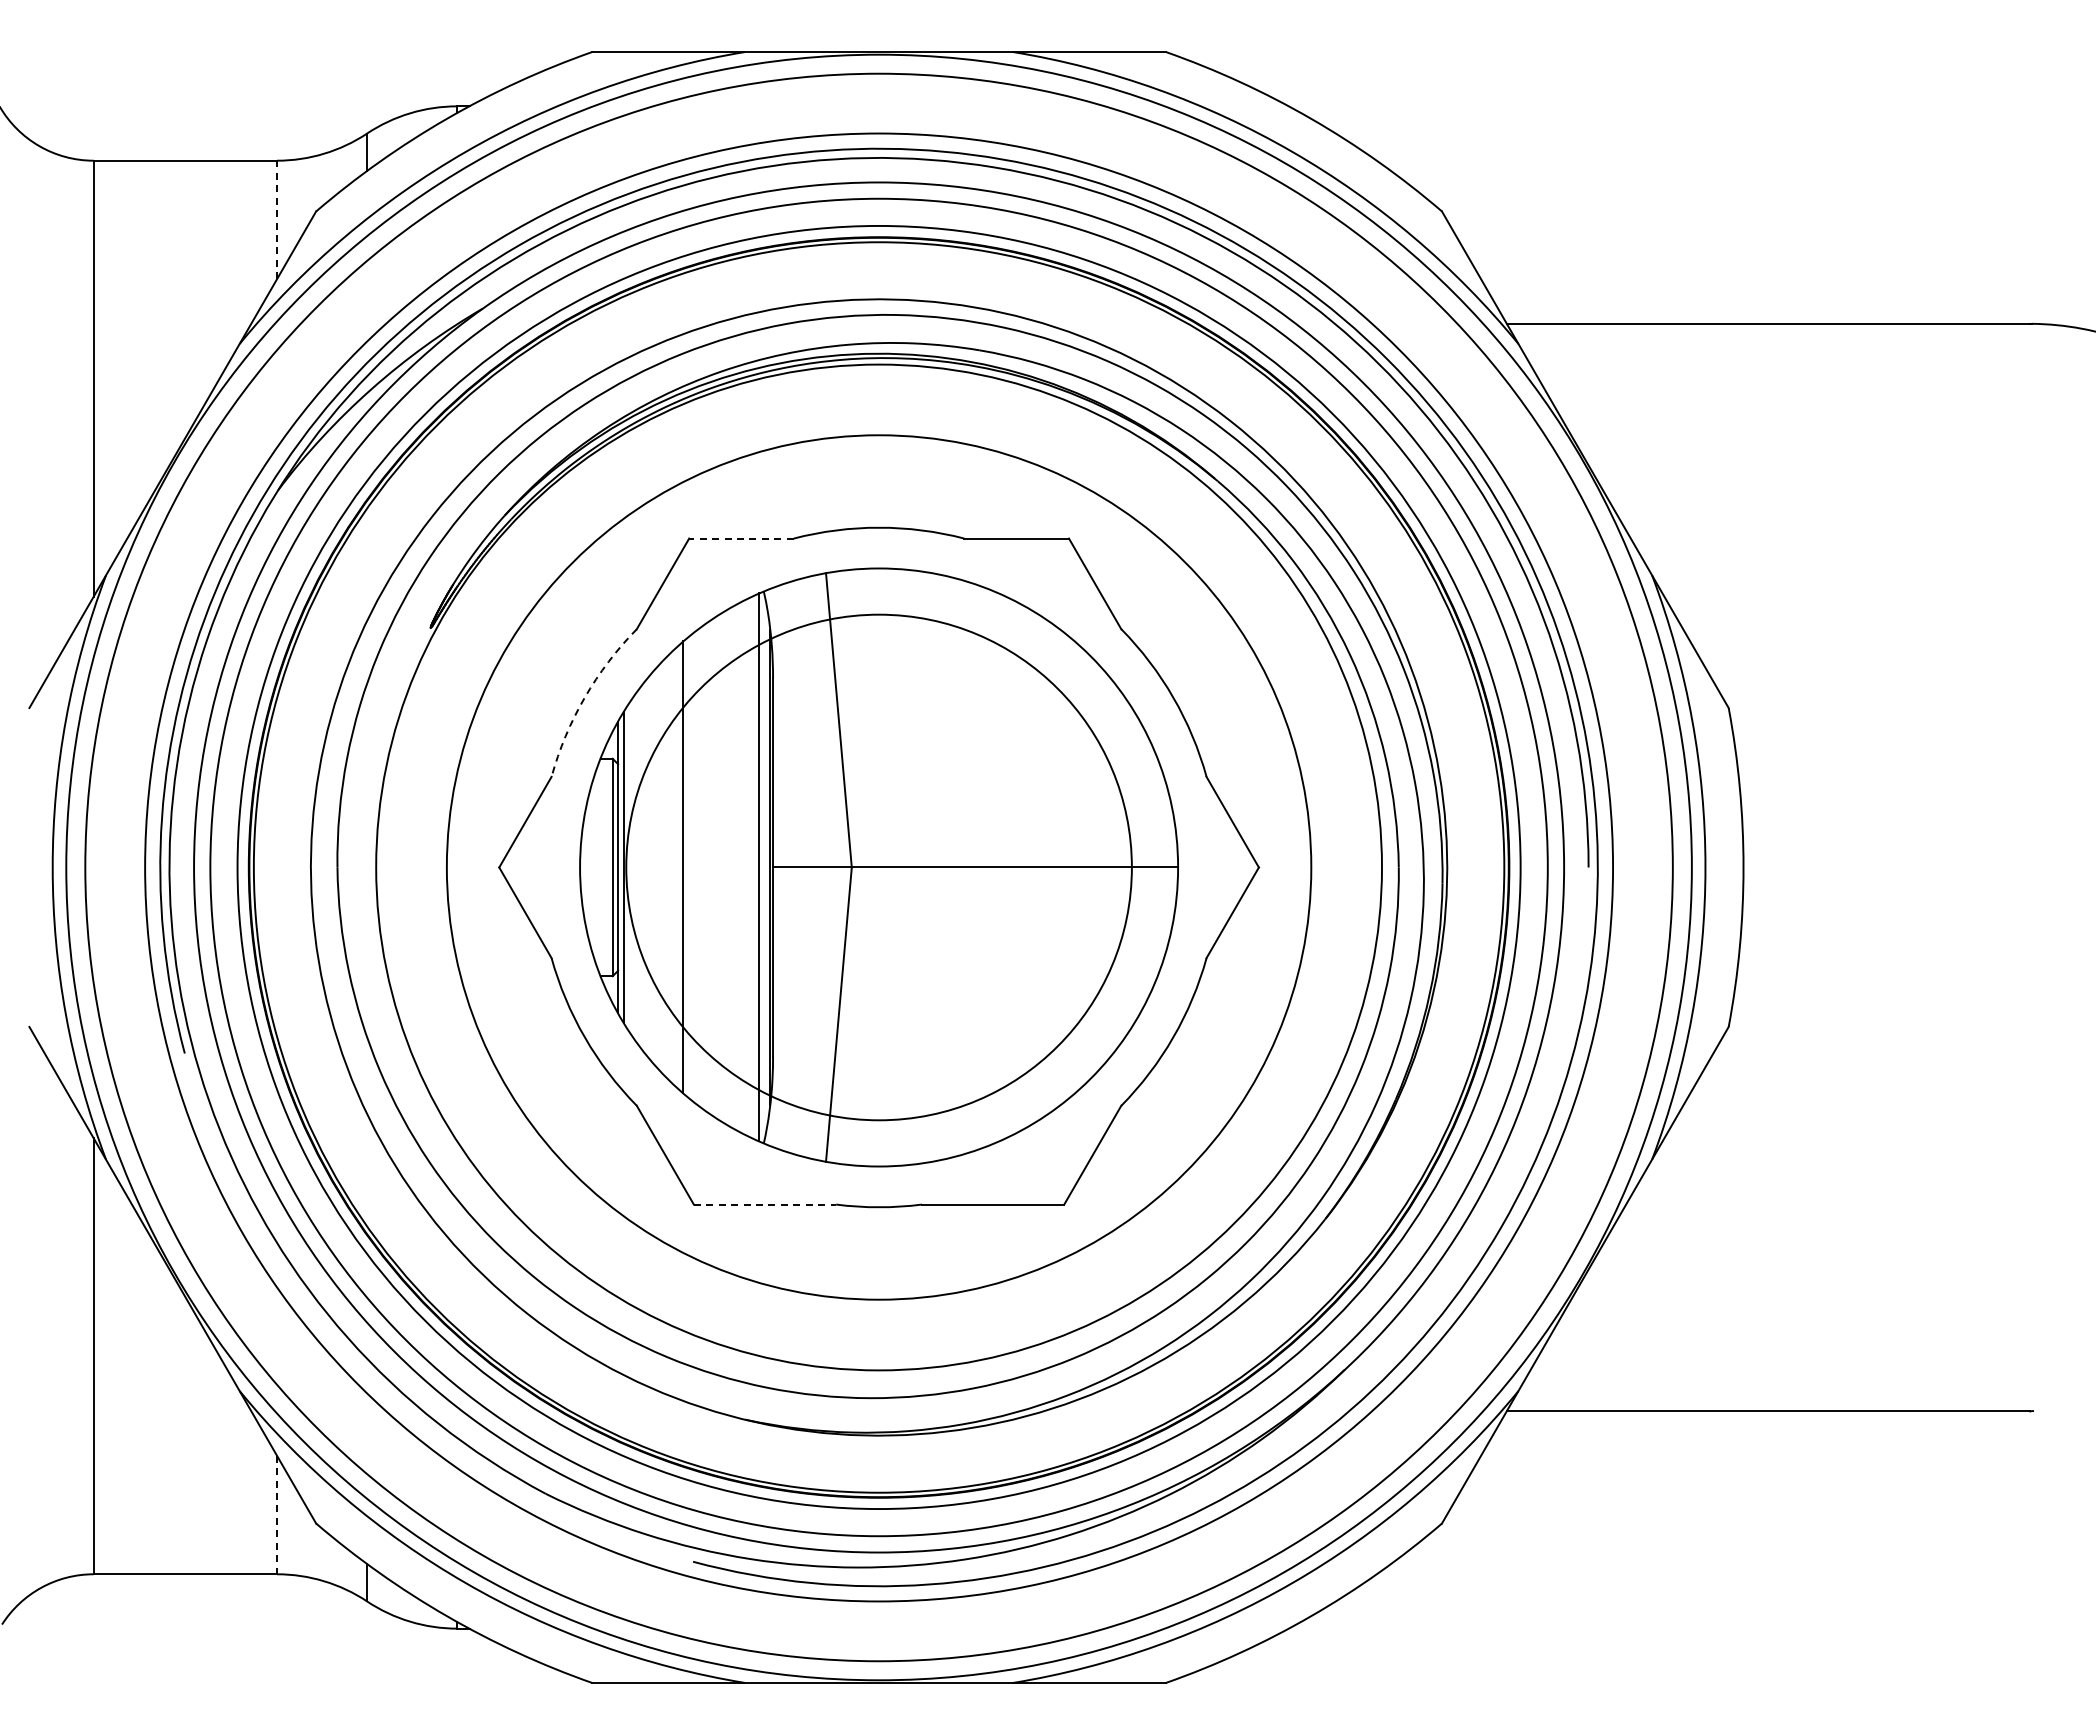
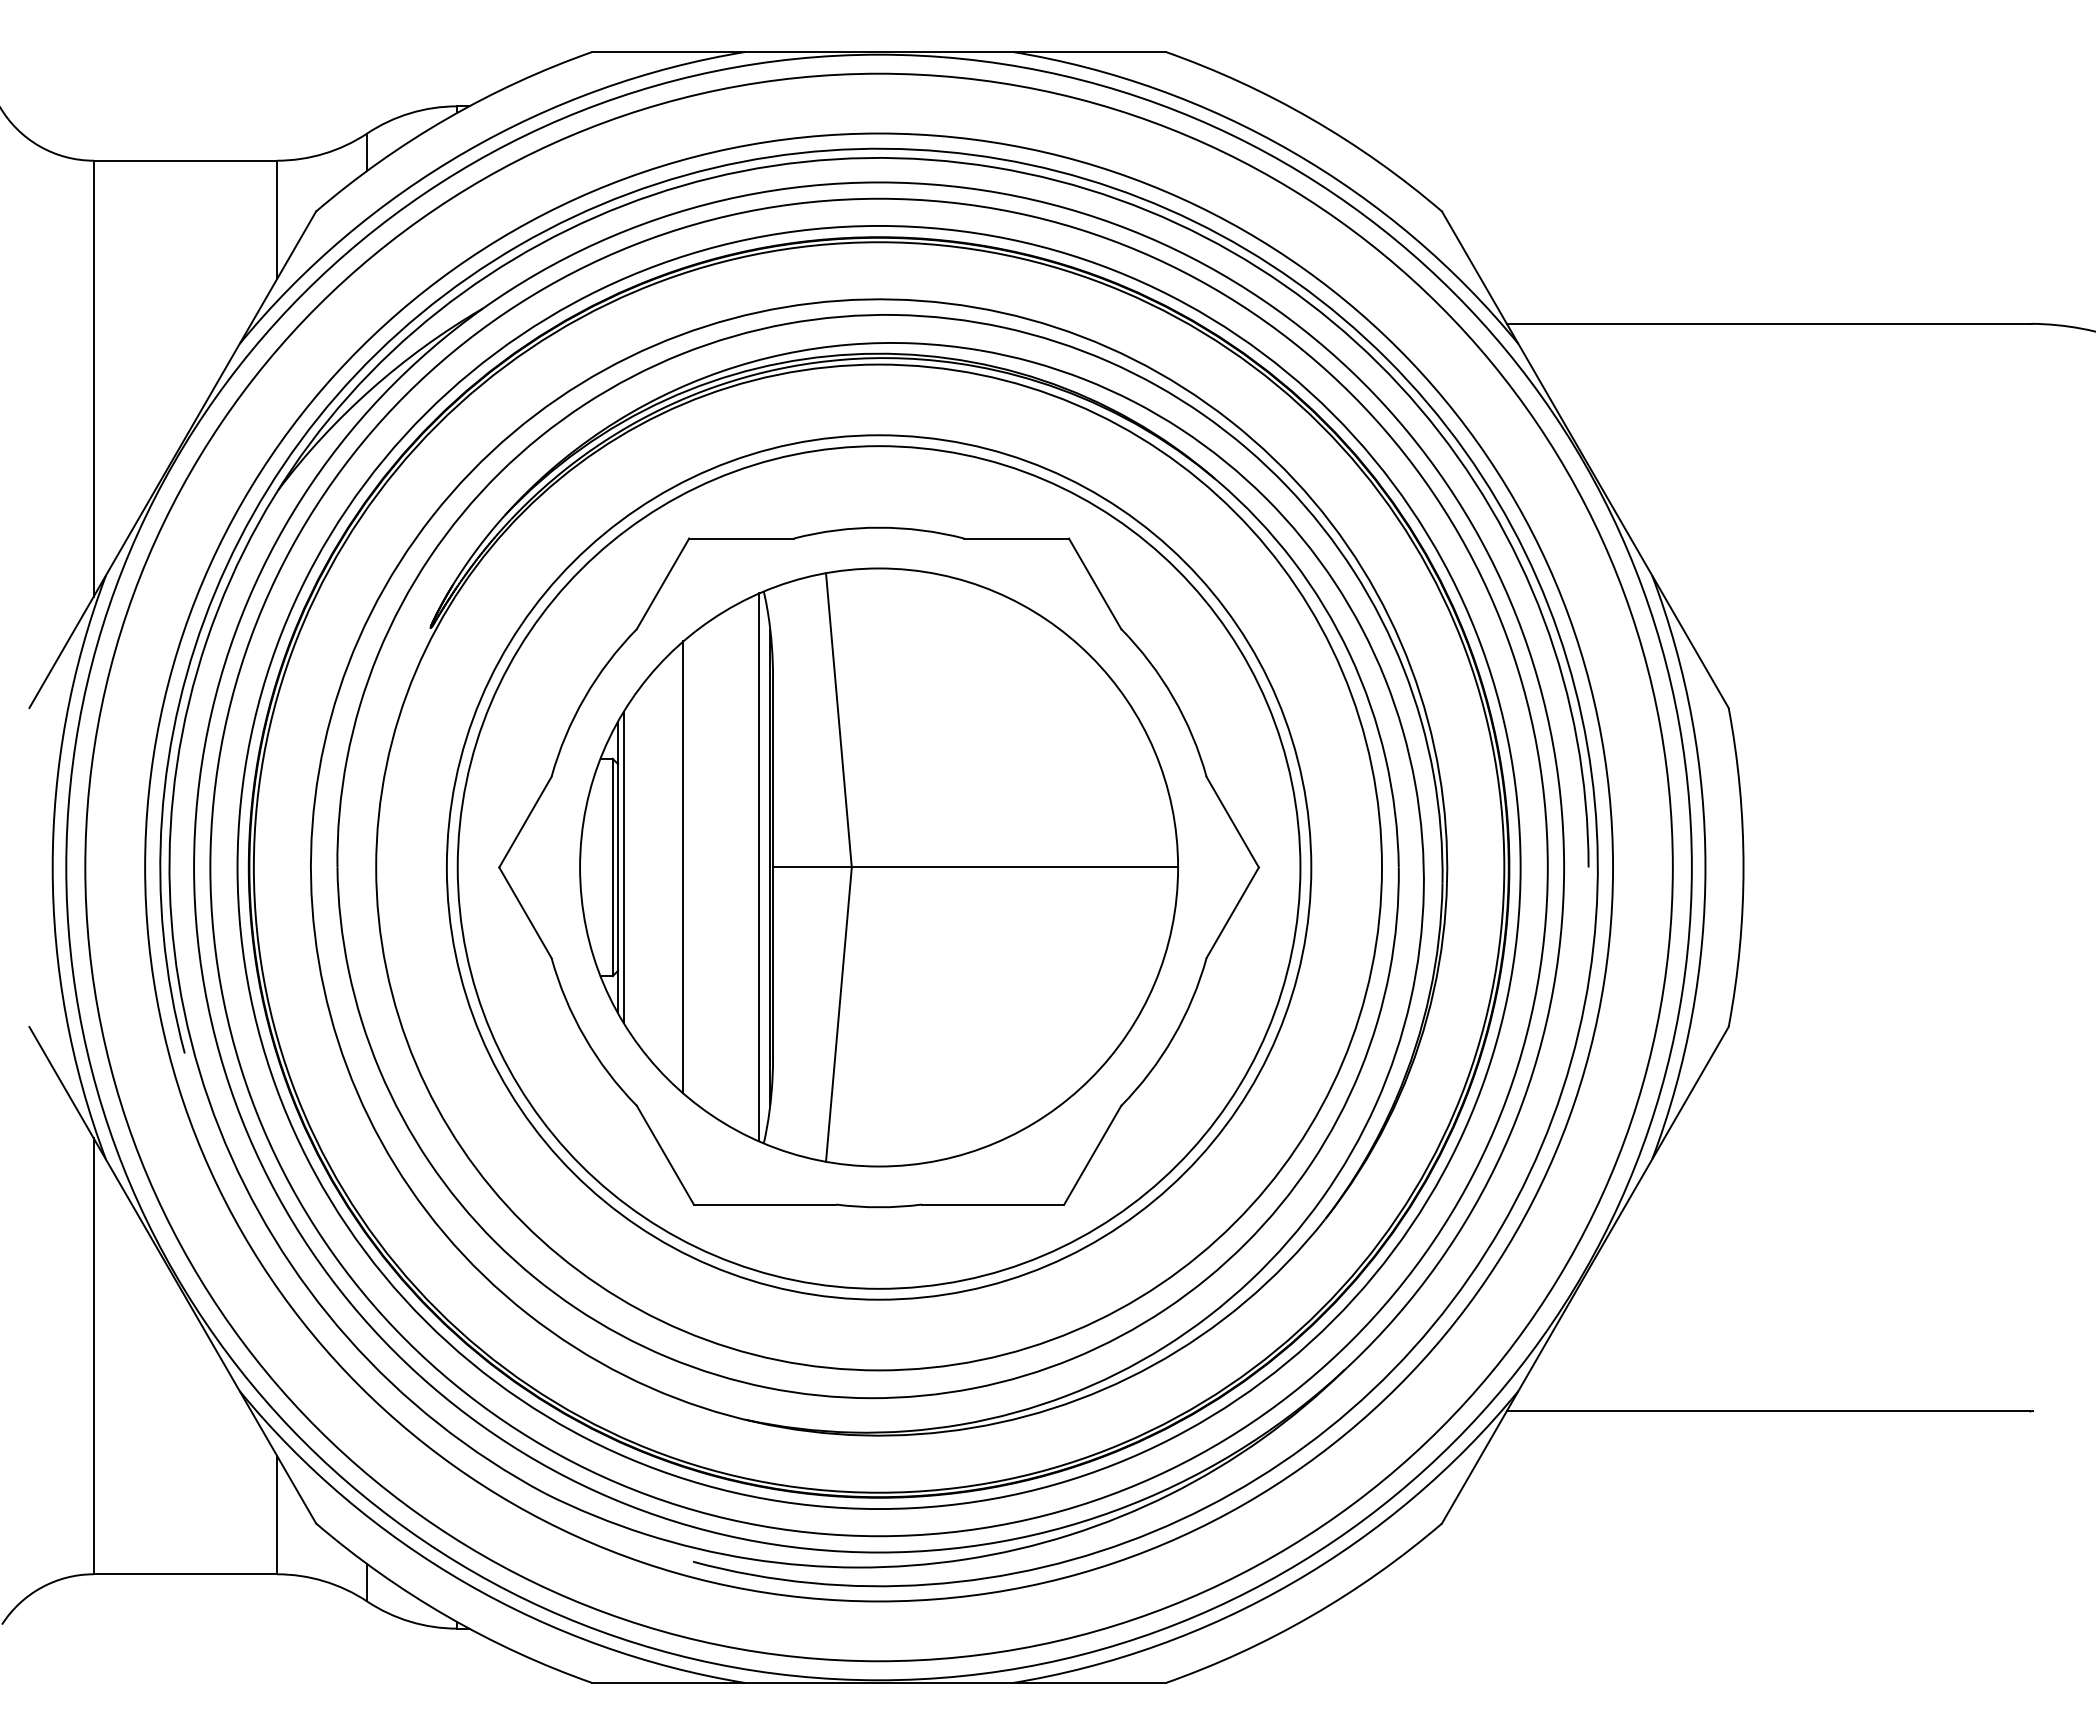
line at (277, 219): dashed -> solid
line at (740, 538): dashed -> solid
arc at (584, 697): dashed -> solid
circle at (878, 867) diameter: 506 px -> 843 px
line at (765, 1204): dashed -> solid
line at (277, 1515): dashed -> solid
